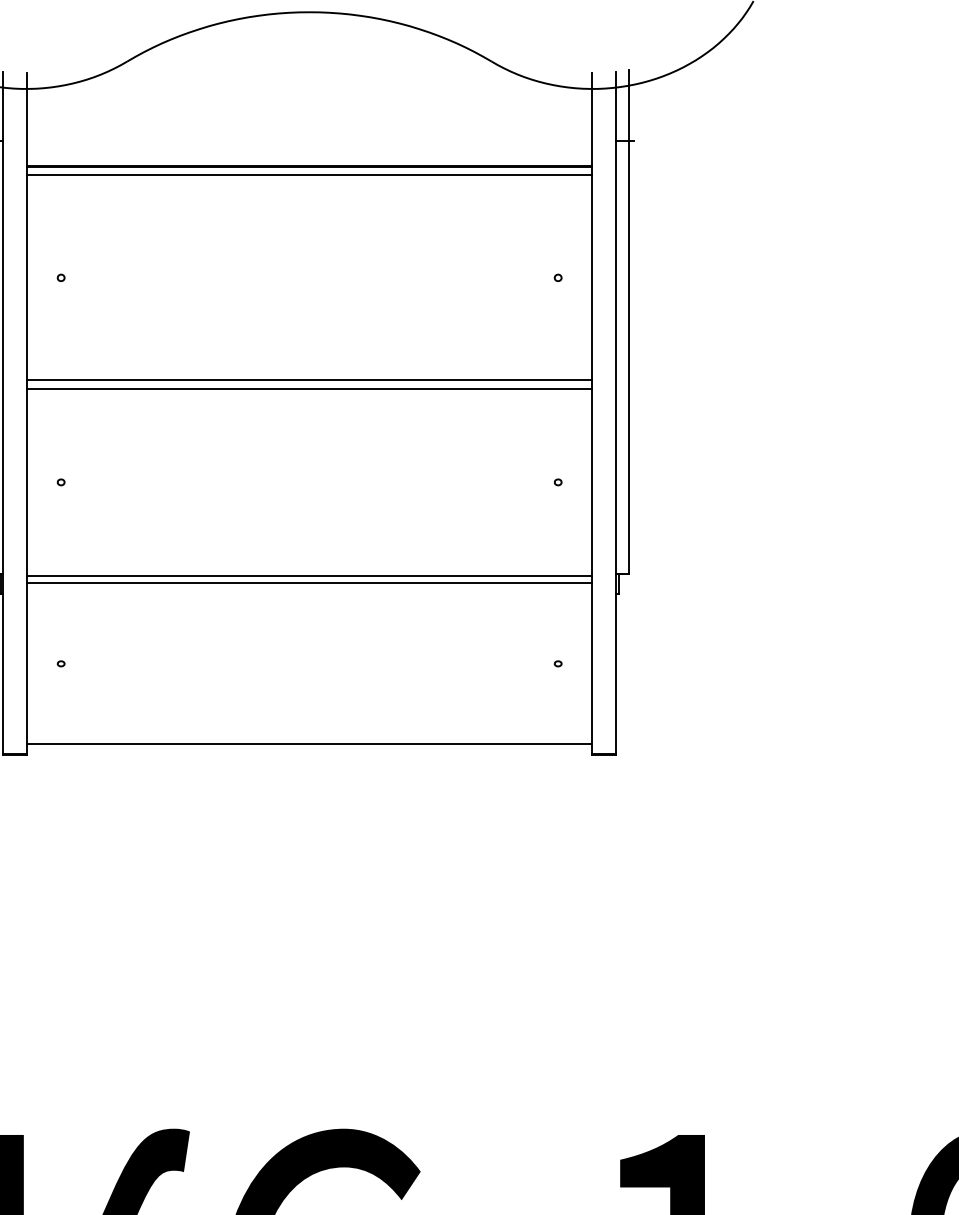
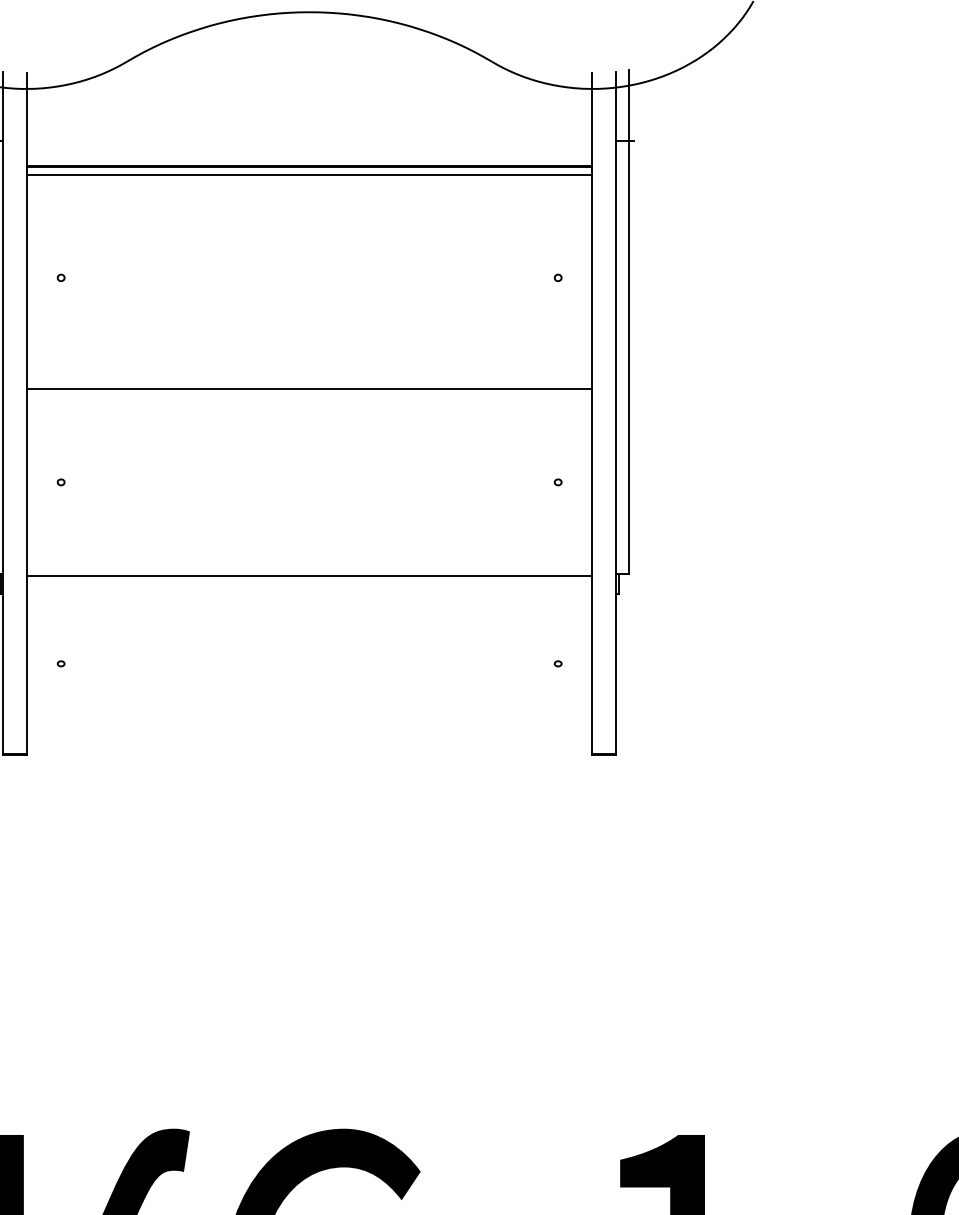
line at (309, 380): present -> none
line at (309, 583): present -> none
line at (309, 744): present -> none
